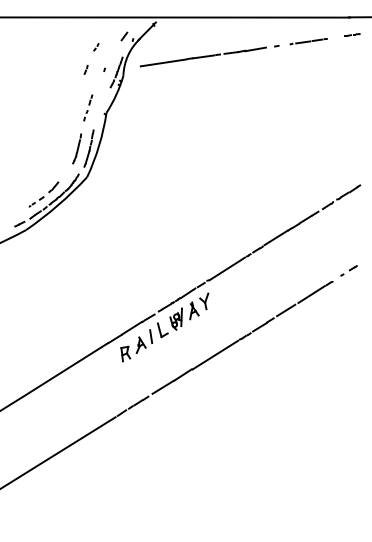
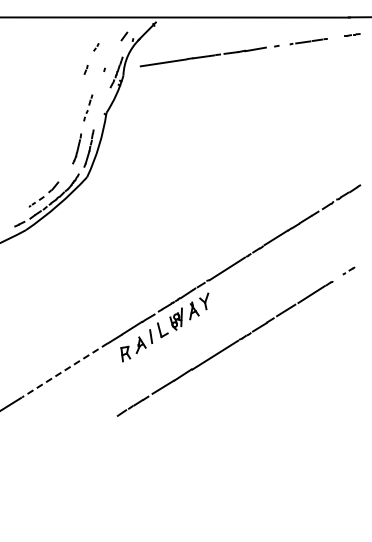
part at (348, 270) size: 18x12 px -> 14x10 px
line at (65, 370): solid -> dashed
line at (58, 452): present -> none
